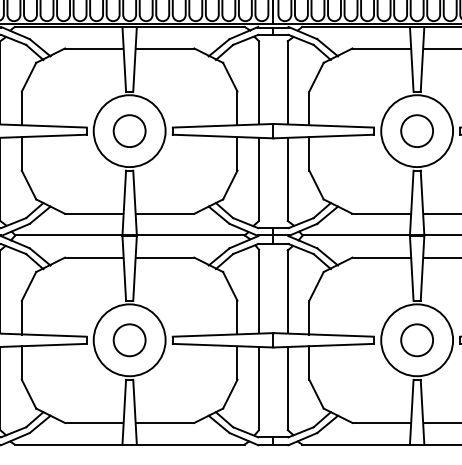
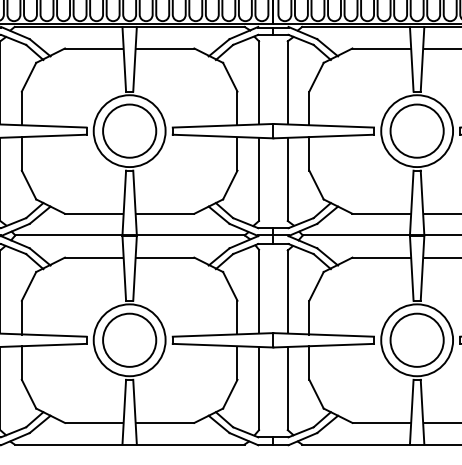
circle at (129, 131) diameter: 32 px -> 53 px
circle at (417, 131) diameter: 32 px -> 53 px
circle at (129, 340) diameter: 32 px -> 53 px
circle at (417, 340) diameter: 32 px -> 53 px
